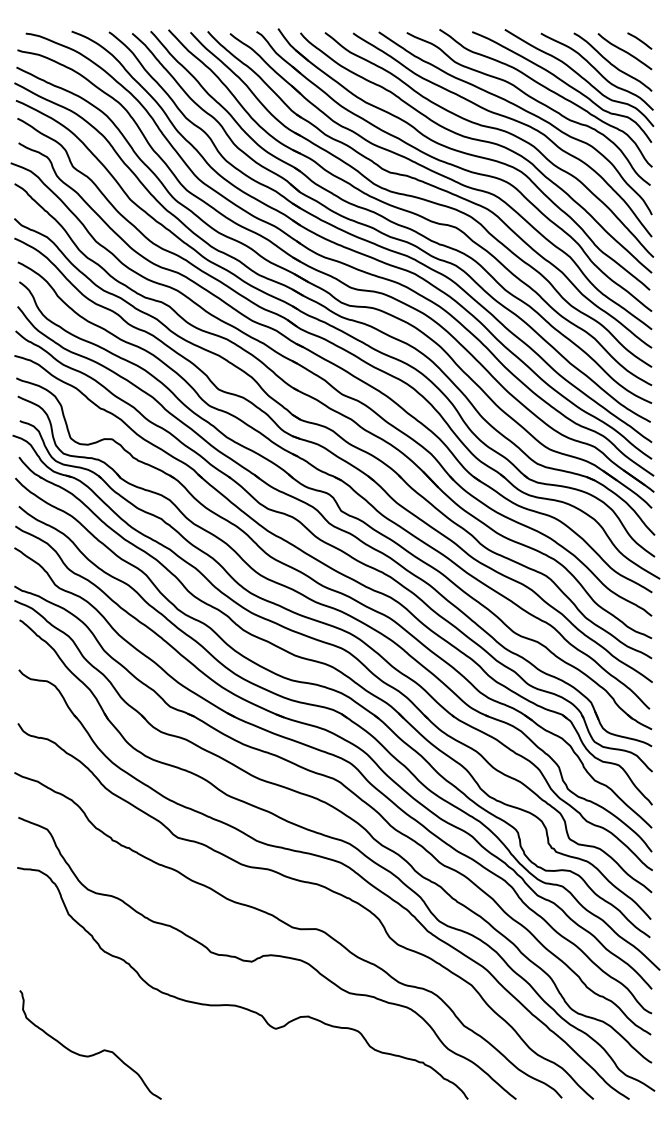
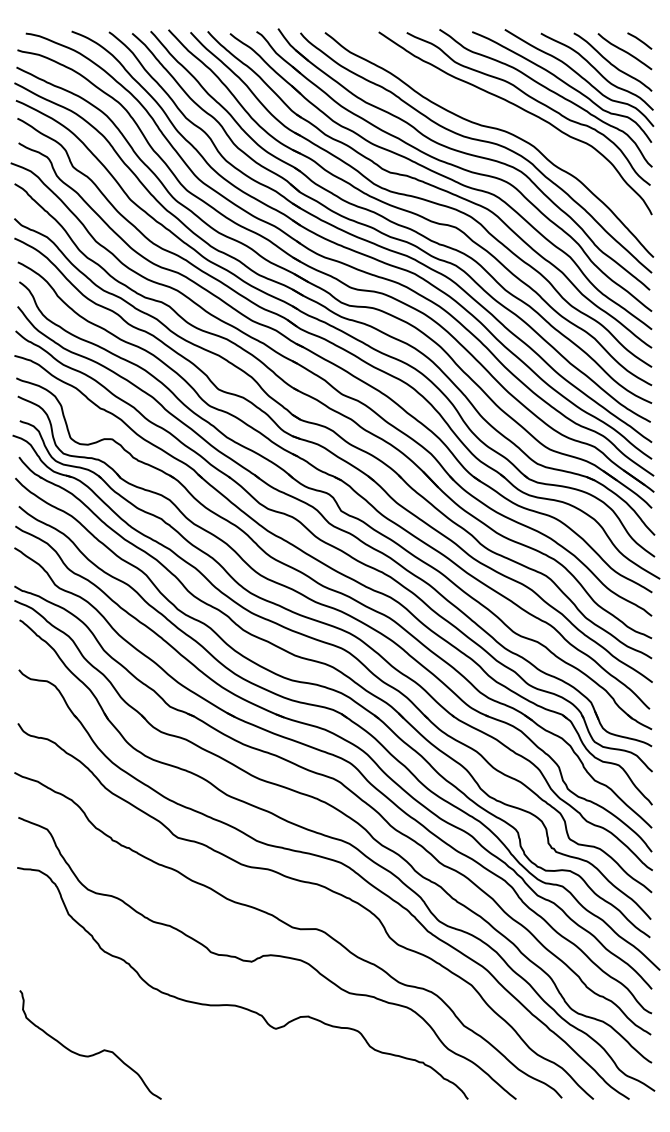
curve at (506, 118): present -> none
